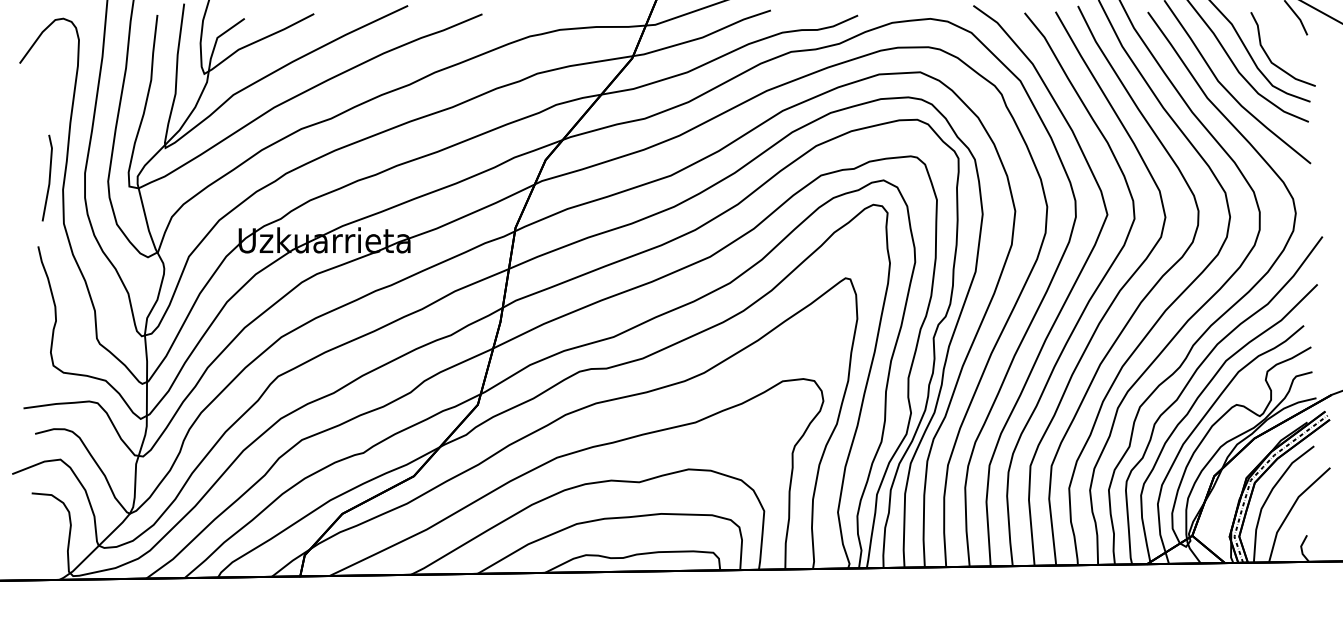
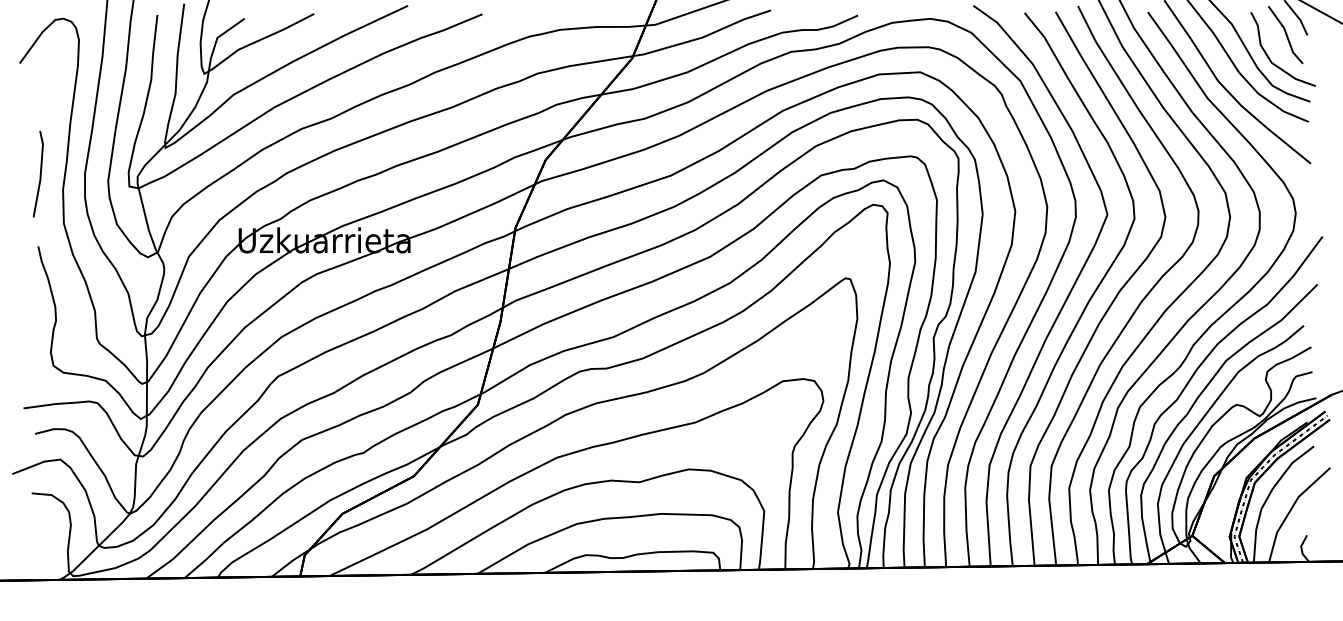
line at (1285, 35): none -> present
line at (48, 178) position: (48, 178) -> (39, 174)
